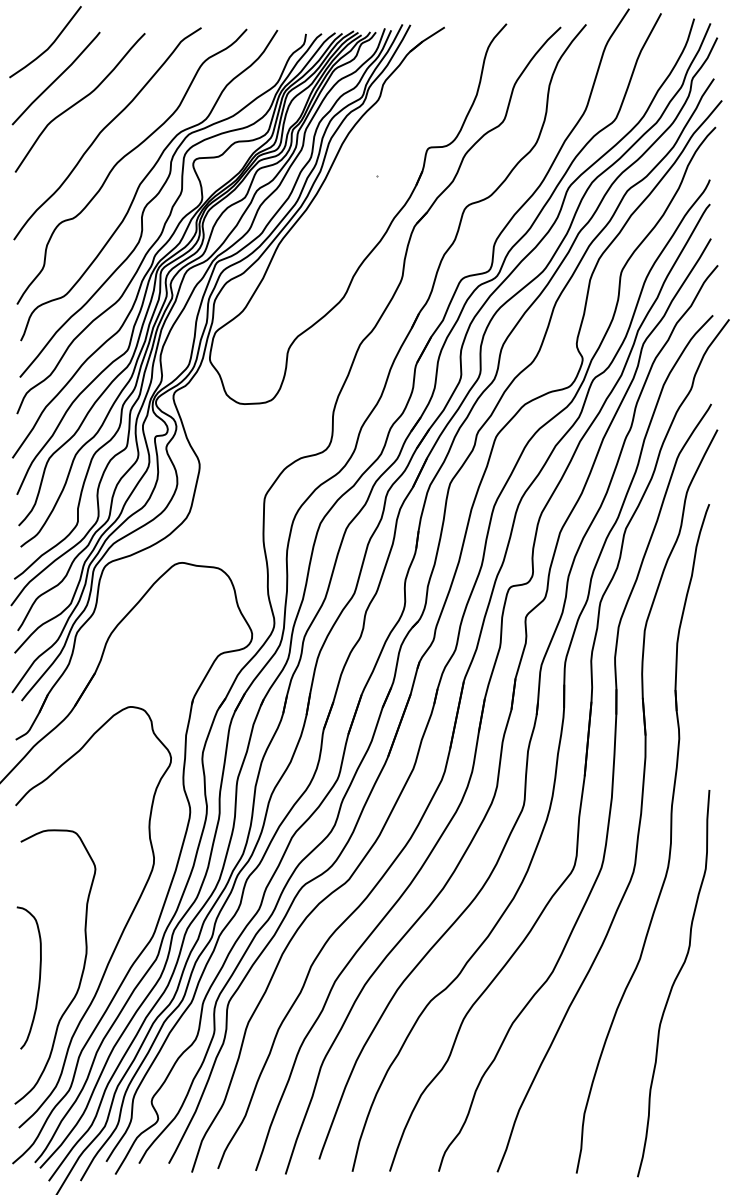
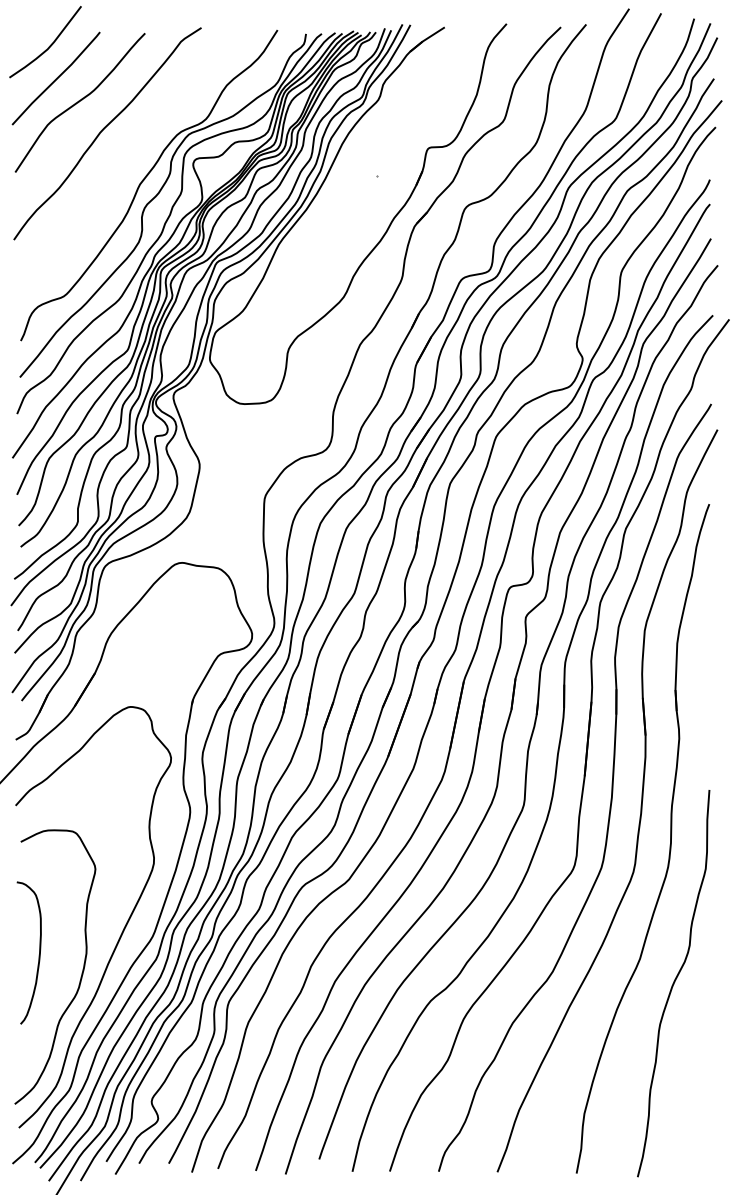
curve at (126, 156): present -> none
curve at (38, 980) position: (38, 980) -> (38, 955)
